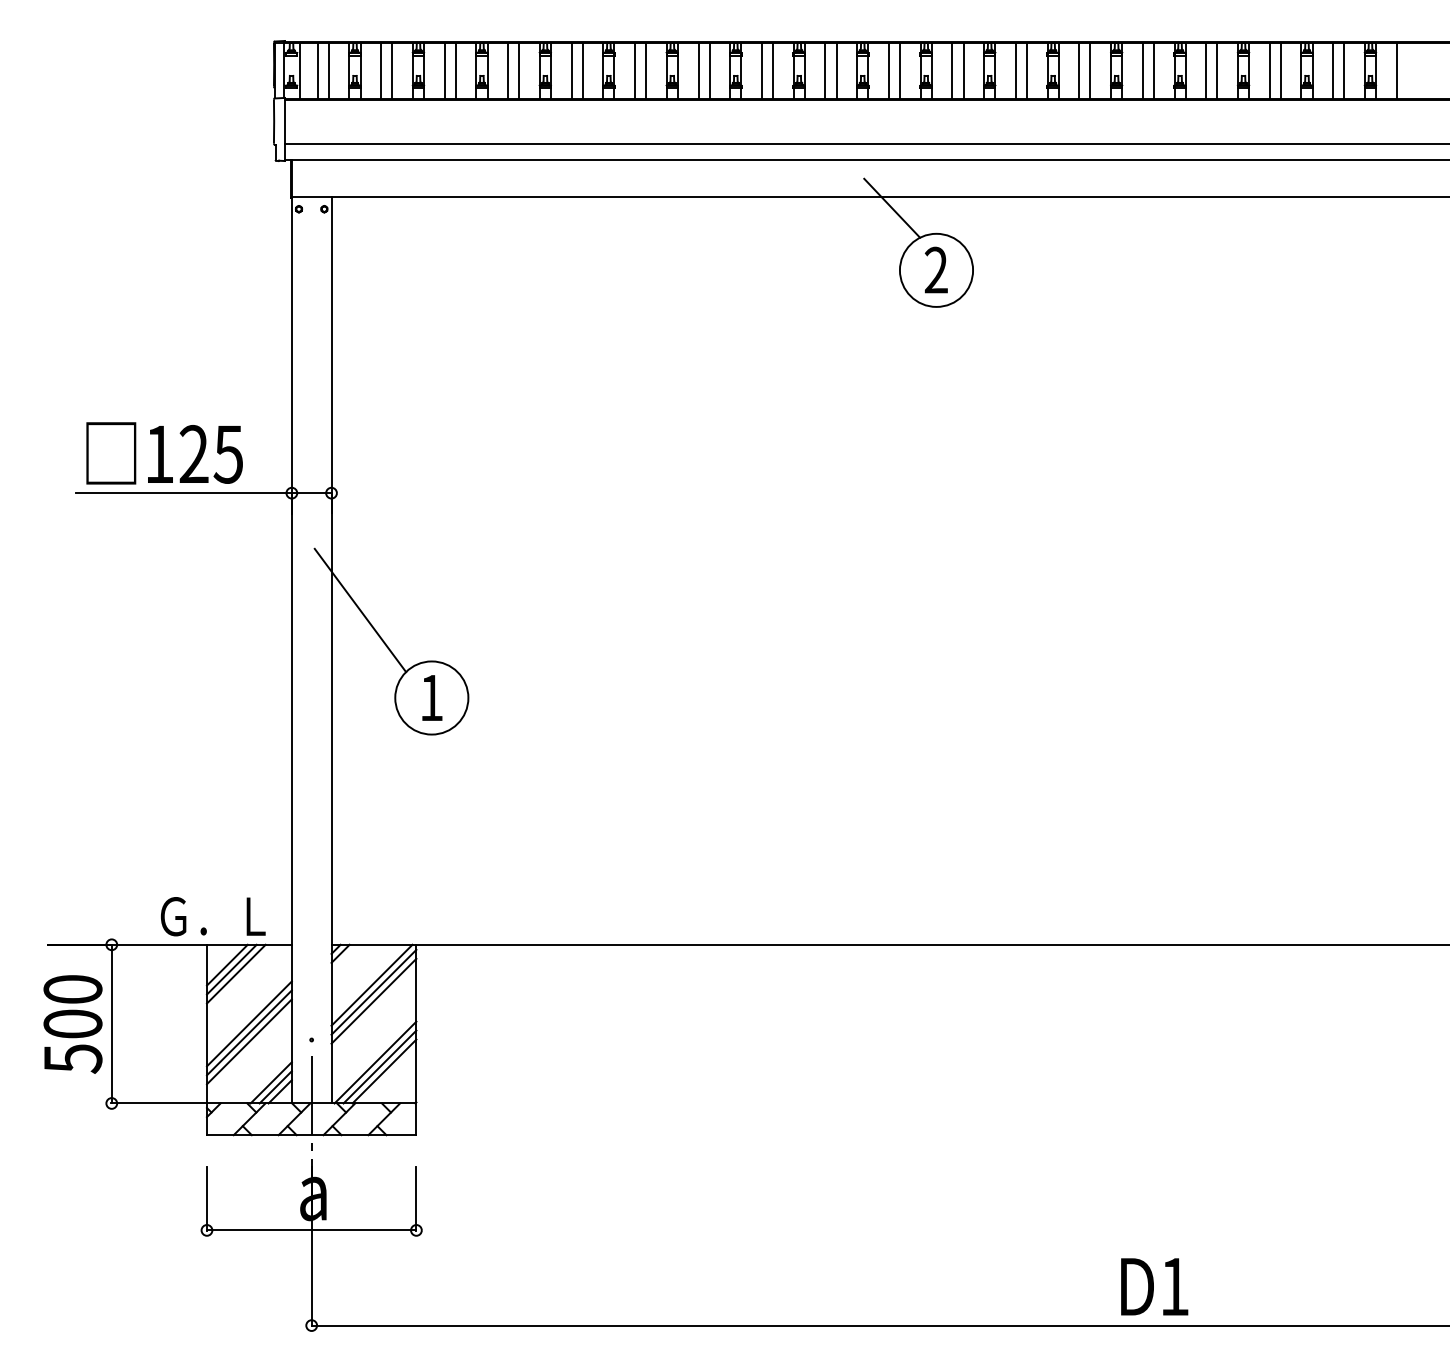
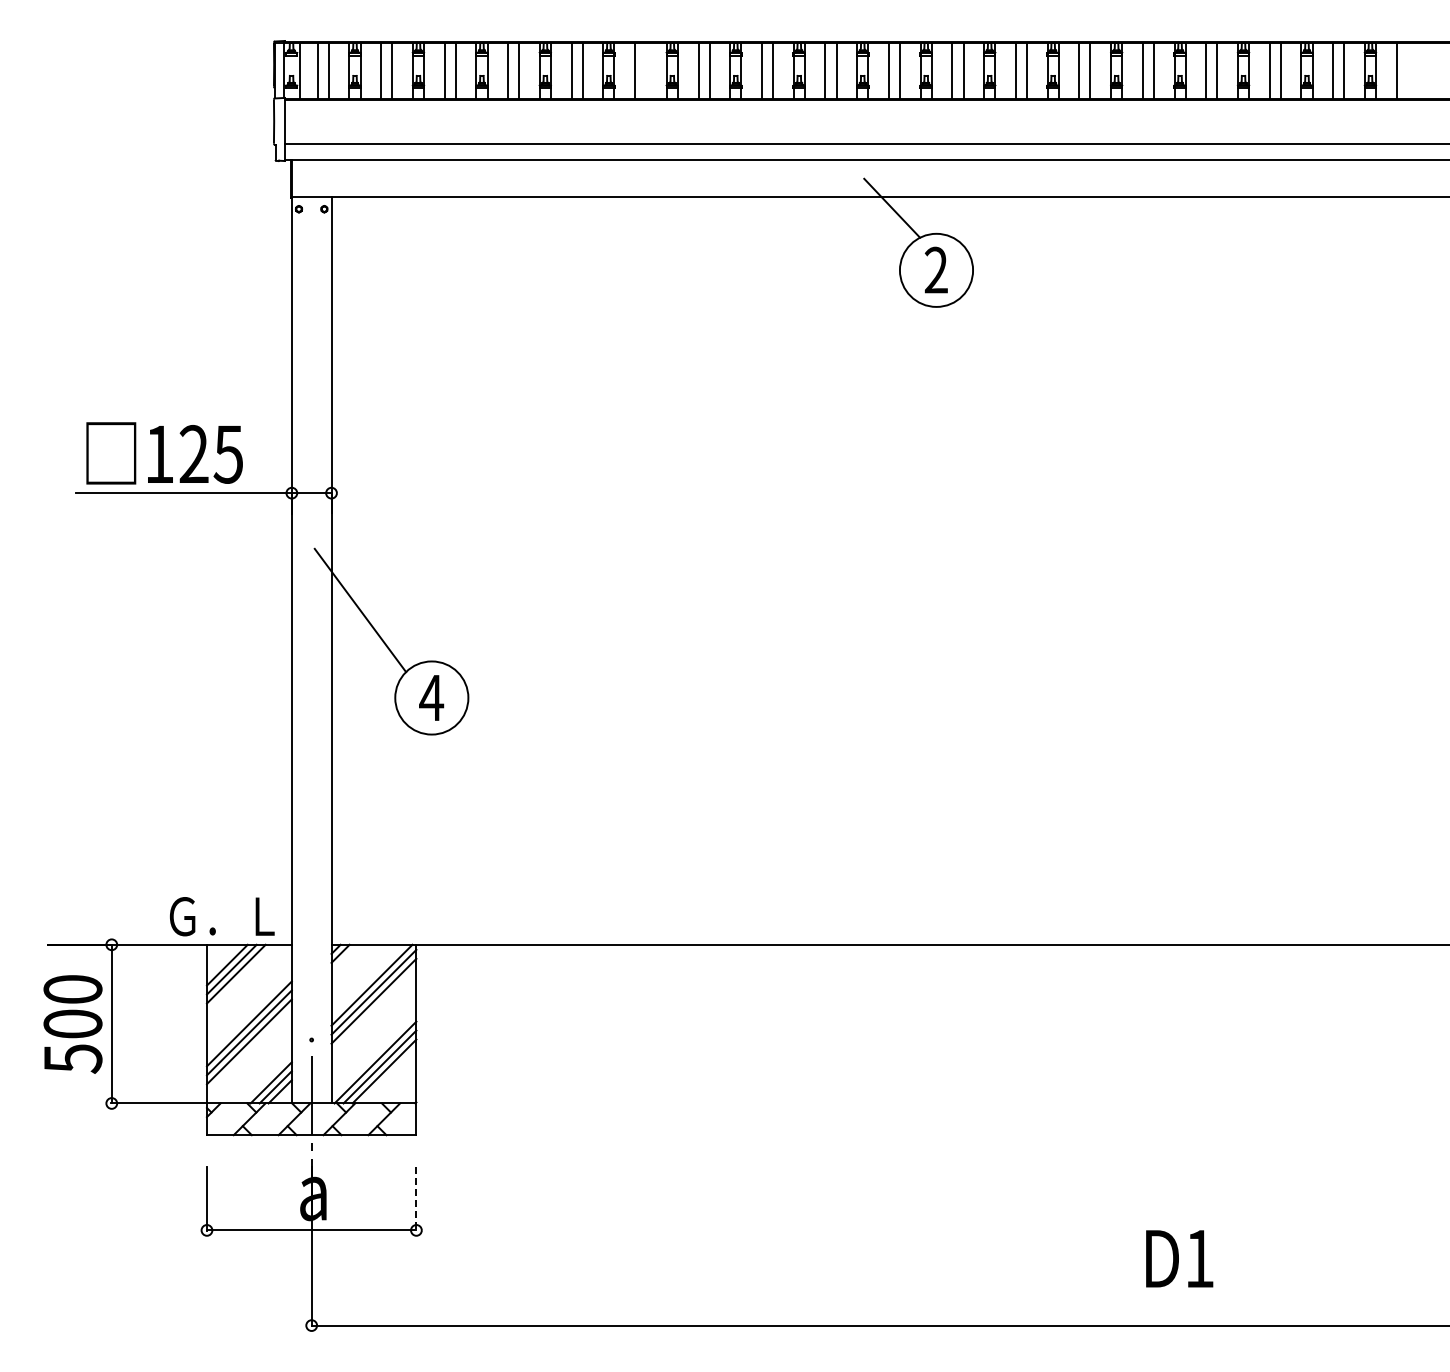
line at (646, 71): present -> none
text at (431, 697): 1 -> 4
text at (213, 916) position: (213, 916) -> (222, 916)
line at (416, 1198): solid -> dashed
text at (1154, 1286) position: (1154, 1286) -> (1179, 1258)
